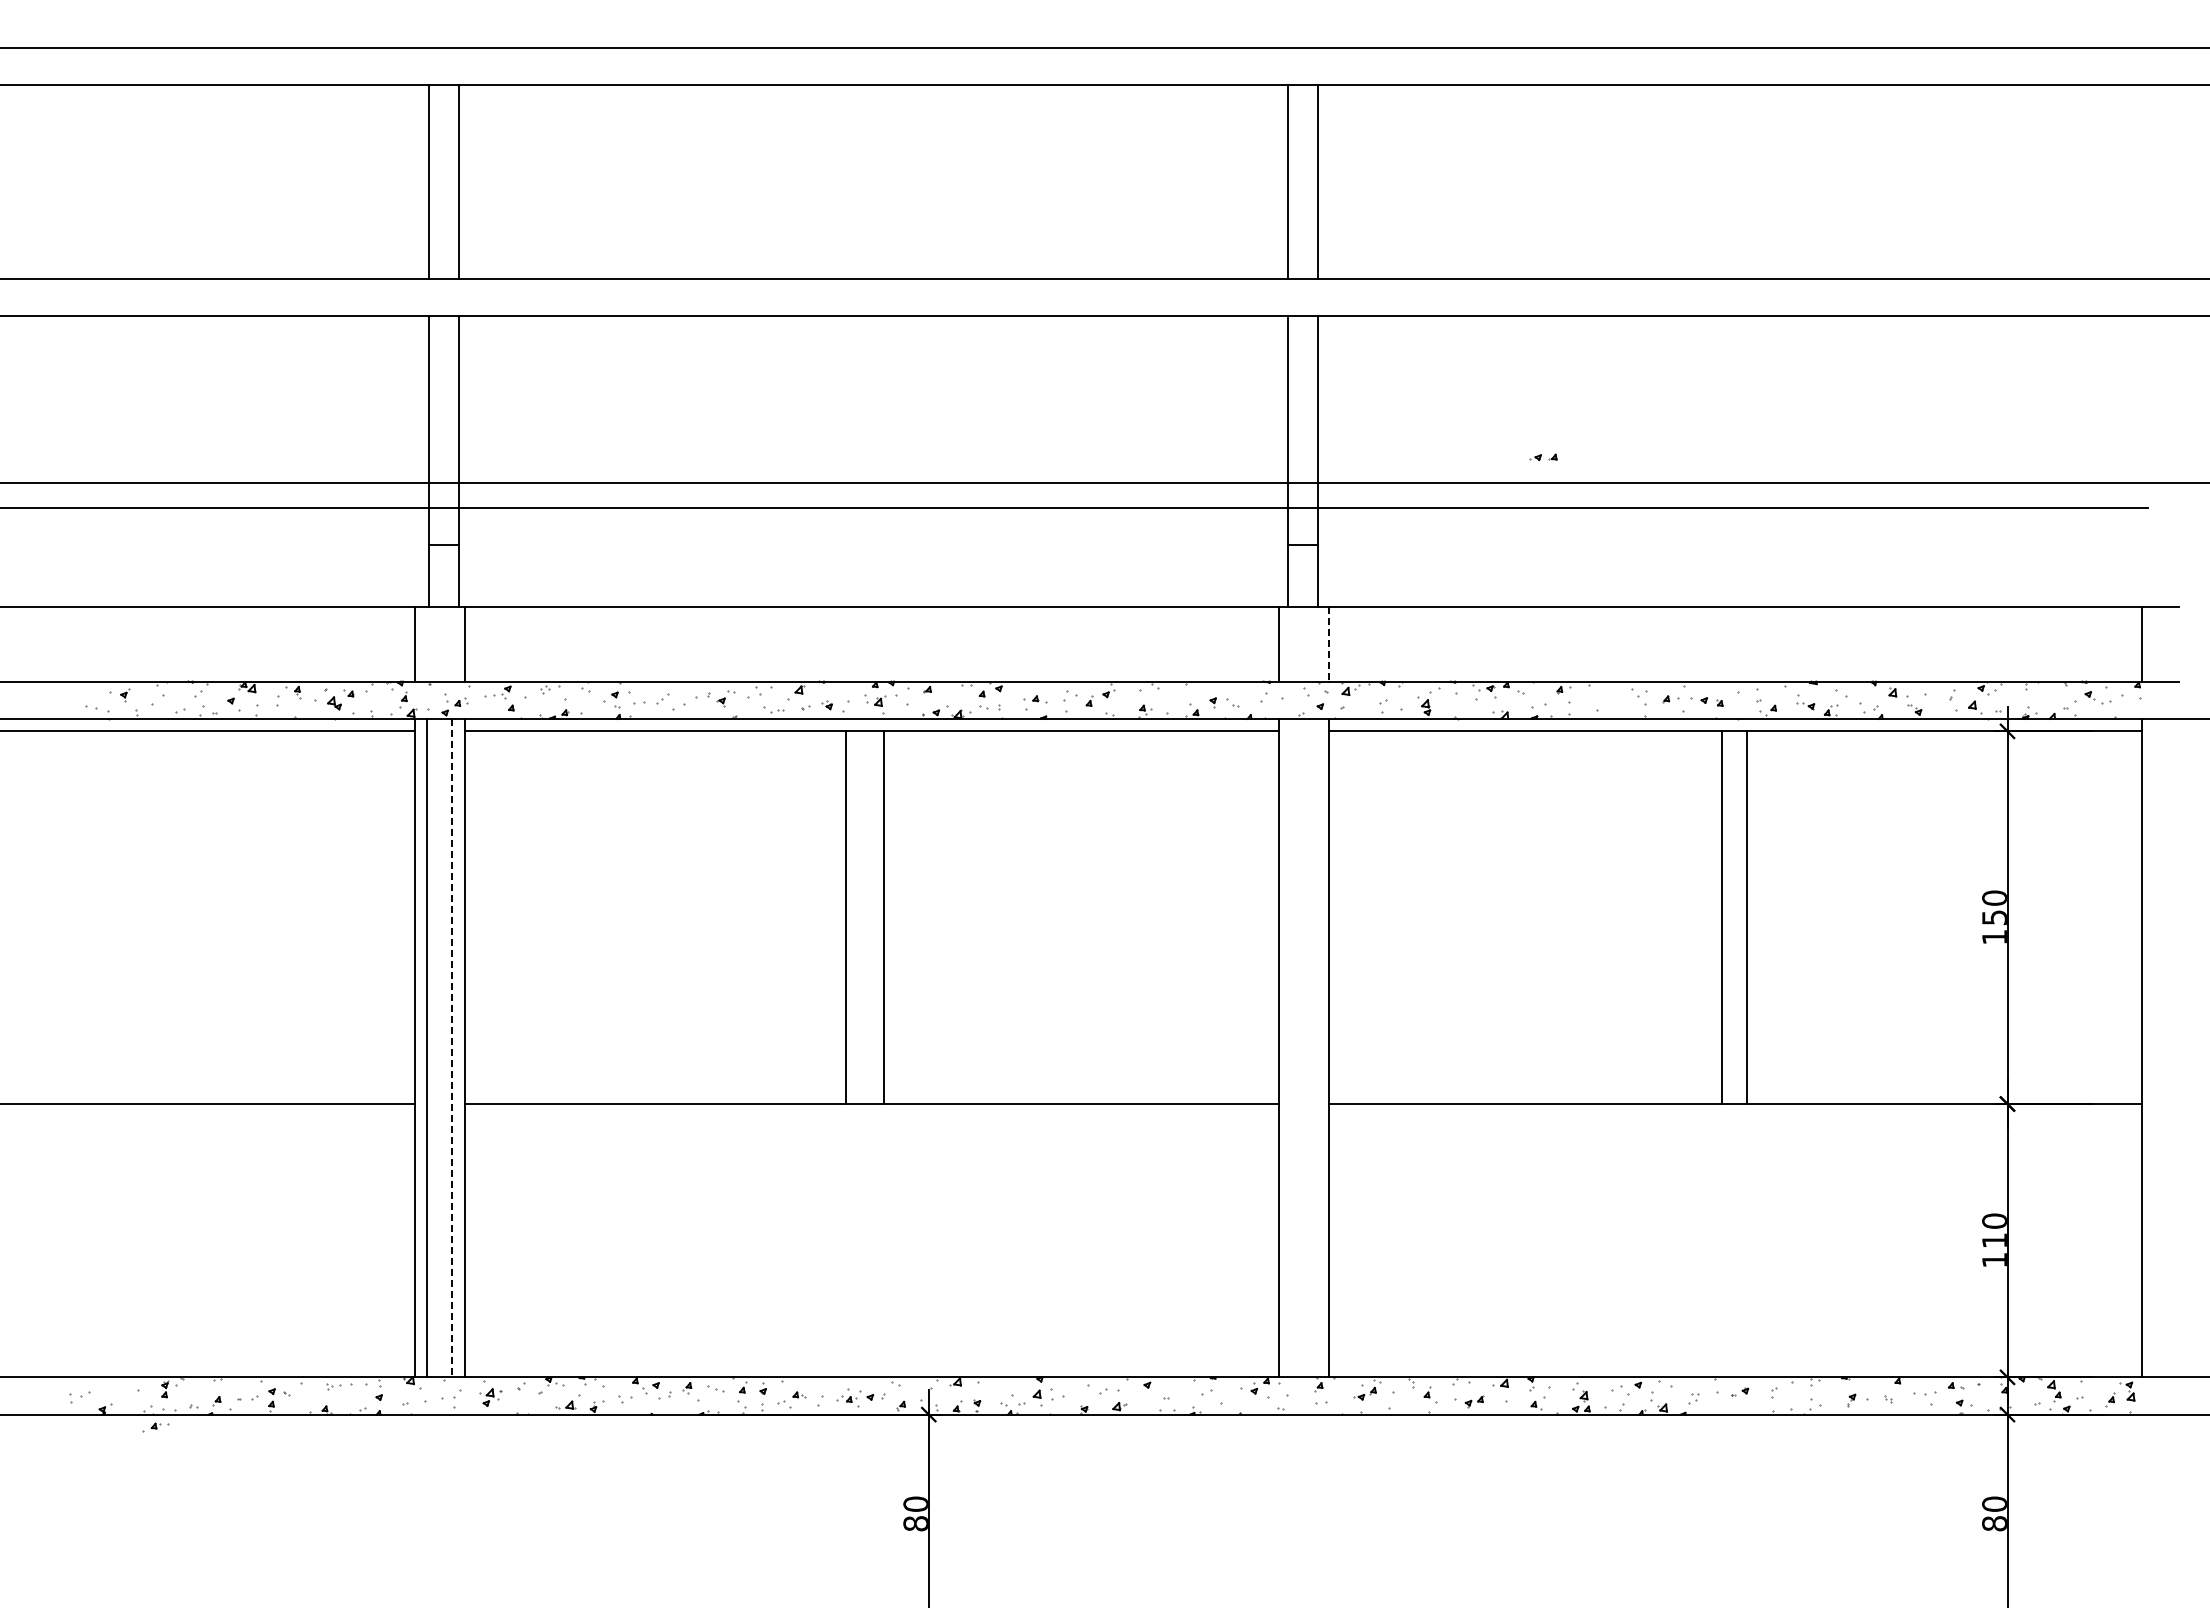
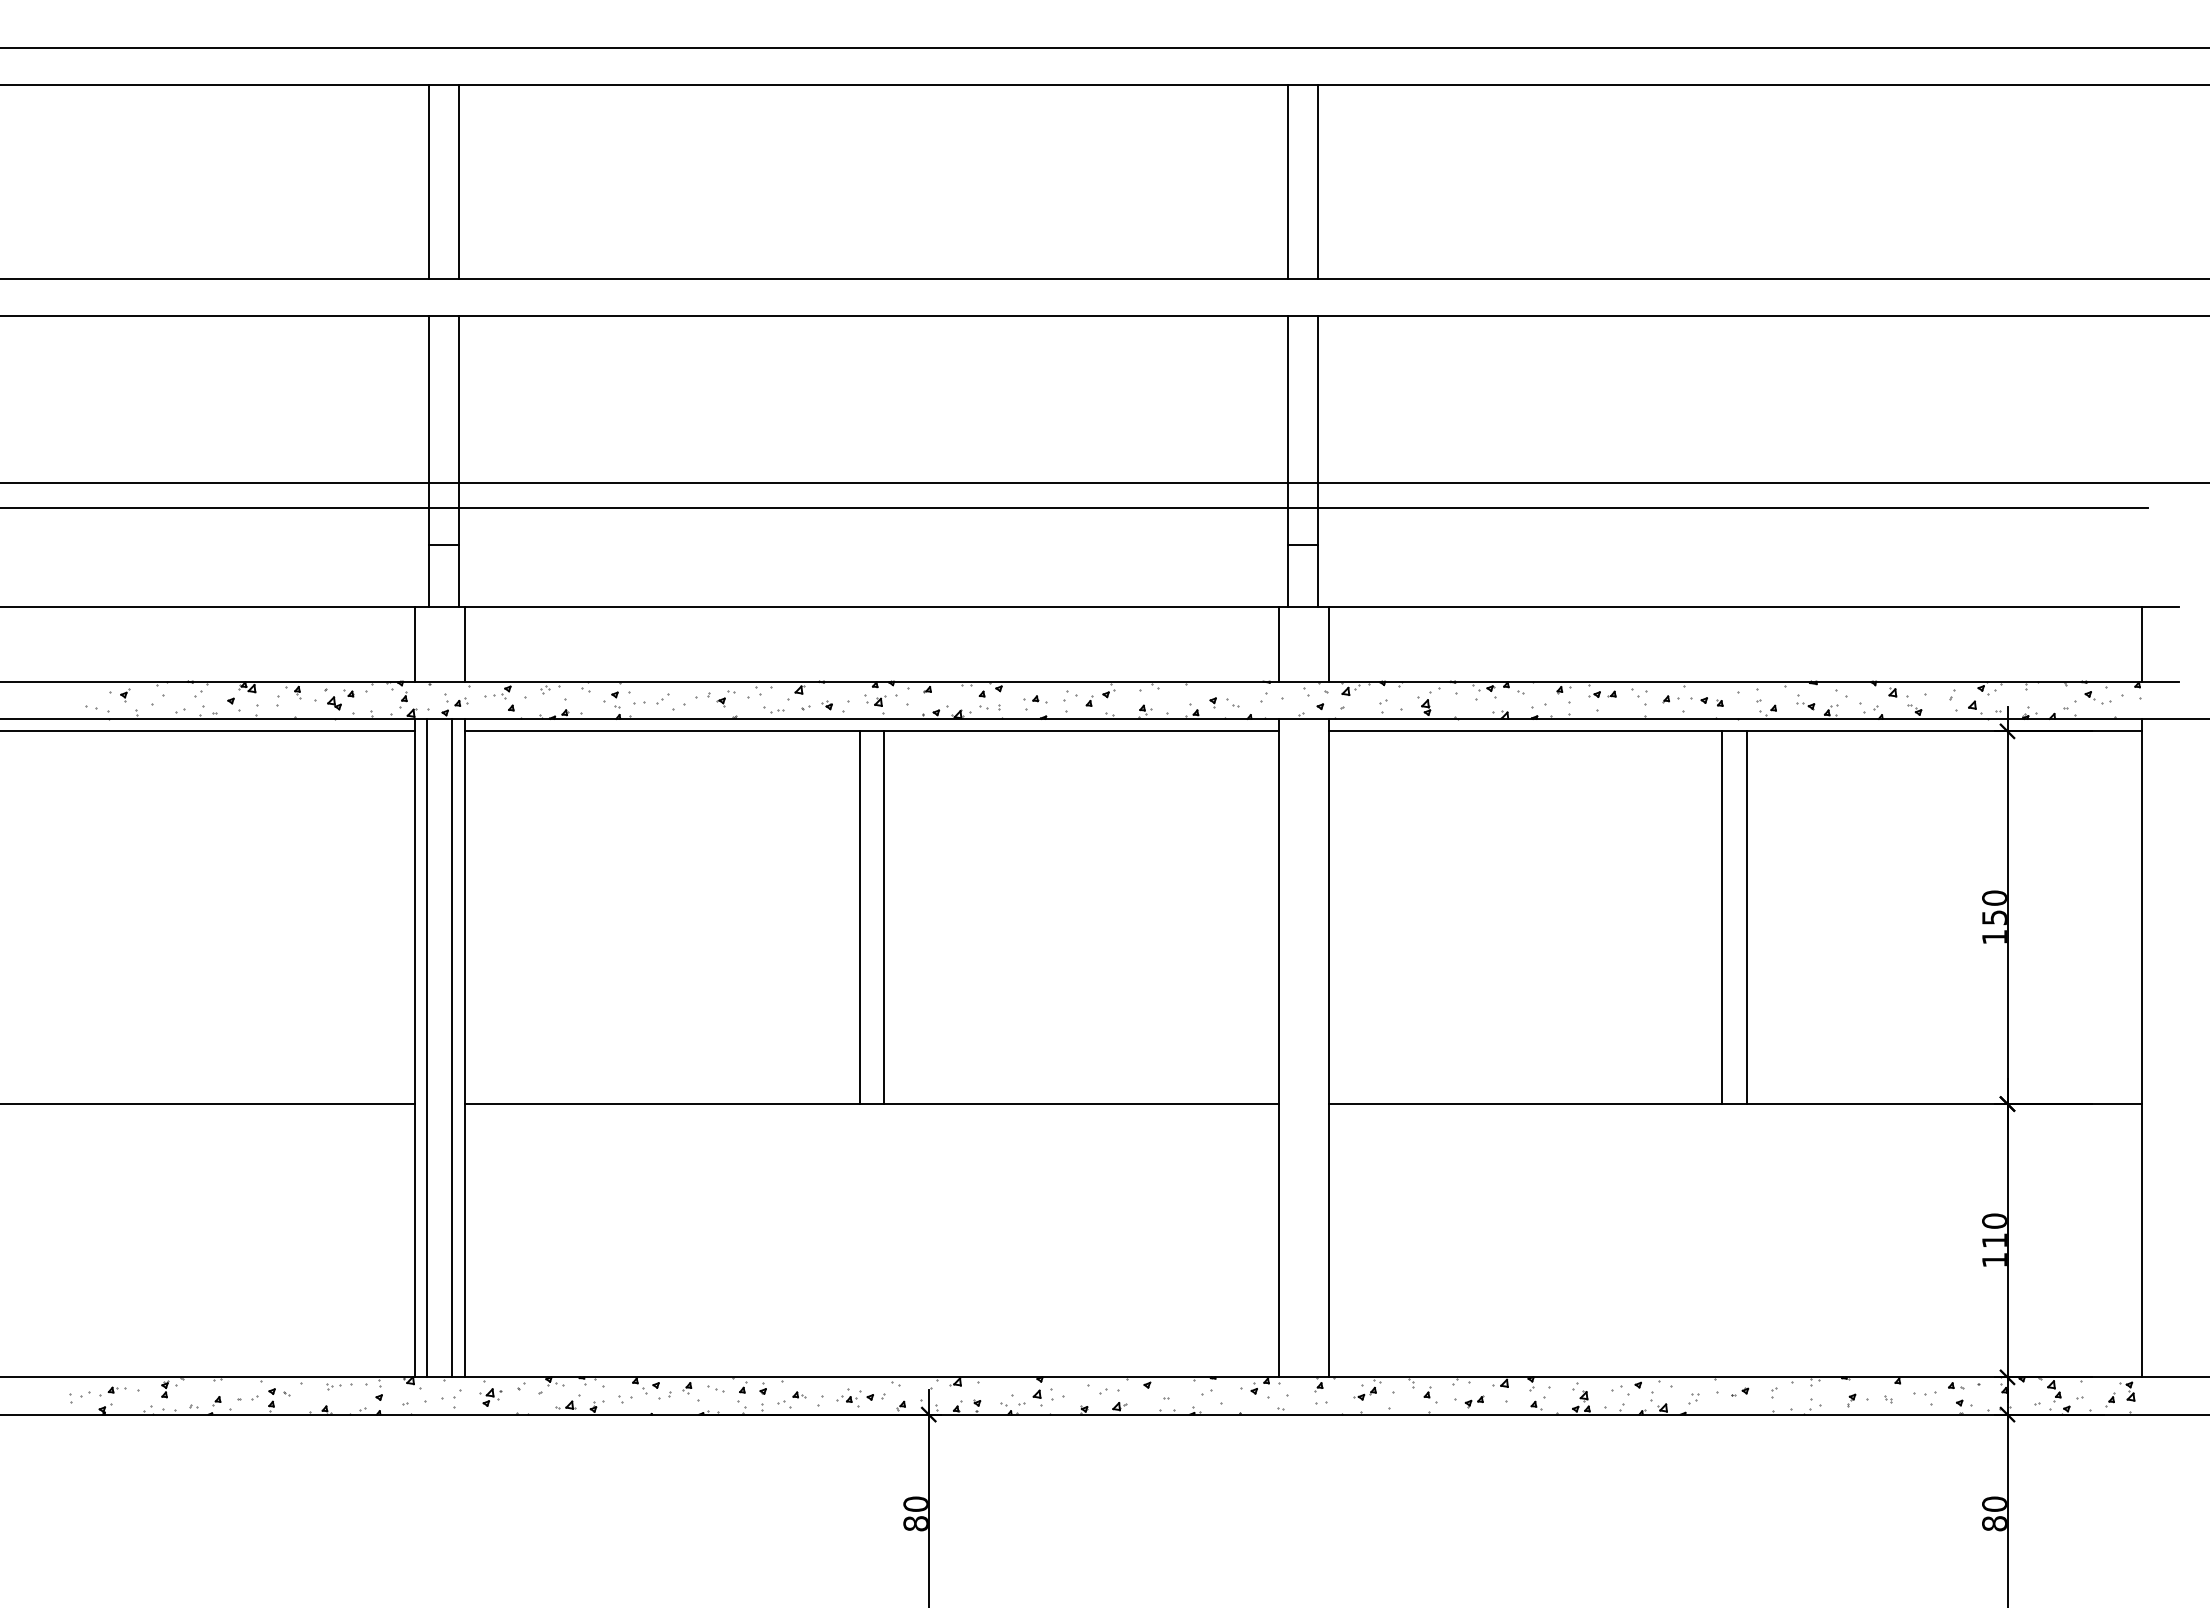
part at (1543, 456) position: (1543, 456) -> (1602, 693)
line at (1329, 644): dashed -> solid
line at (845, 917) position: (845, 917) -> (859, 917)
line at (452, 1048): dashed -> solid
part at (155, 1427) position: (155, 1427) -> (112, 1391)
